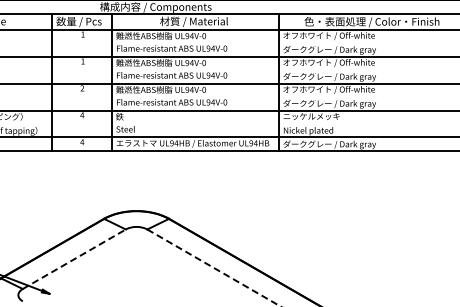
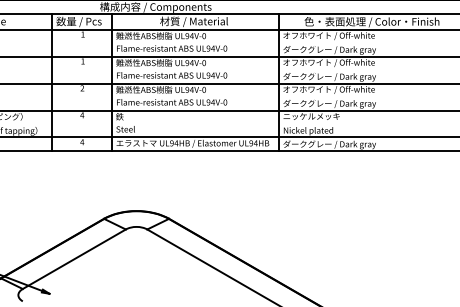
line at (74, 259): dashed -> solid
line at (214, 268): dashed -> solid
